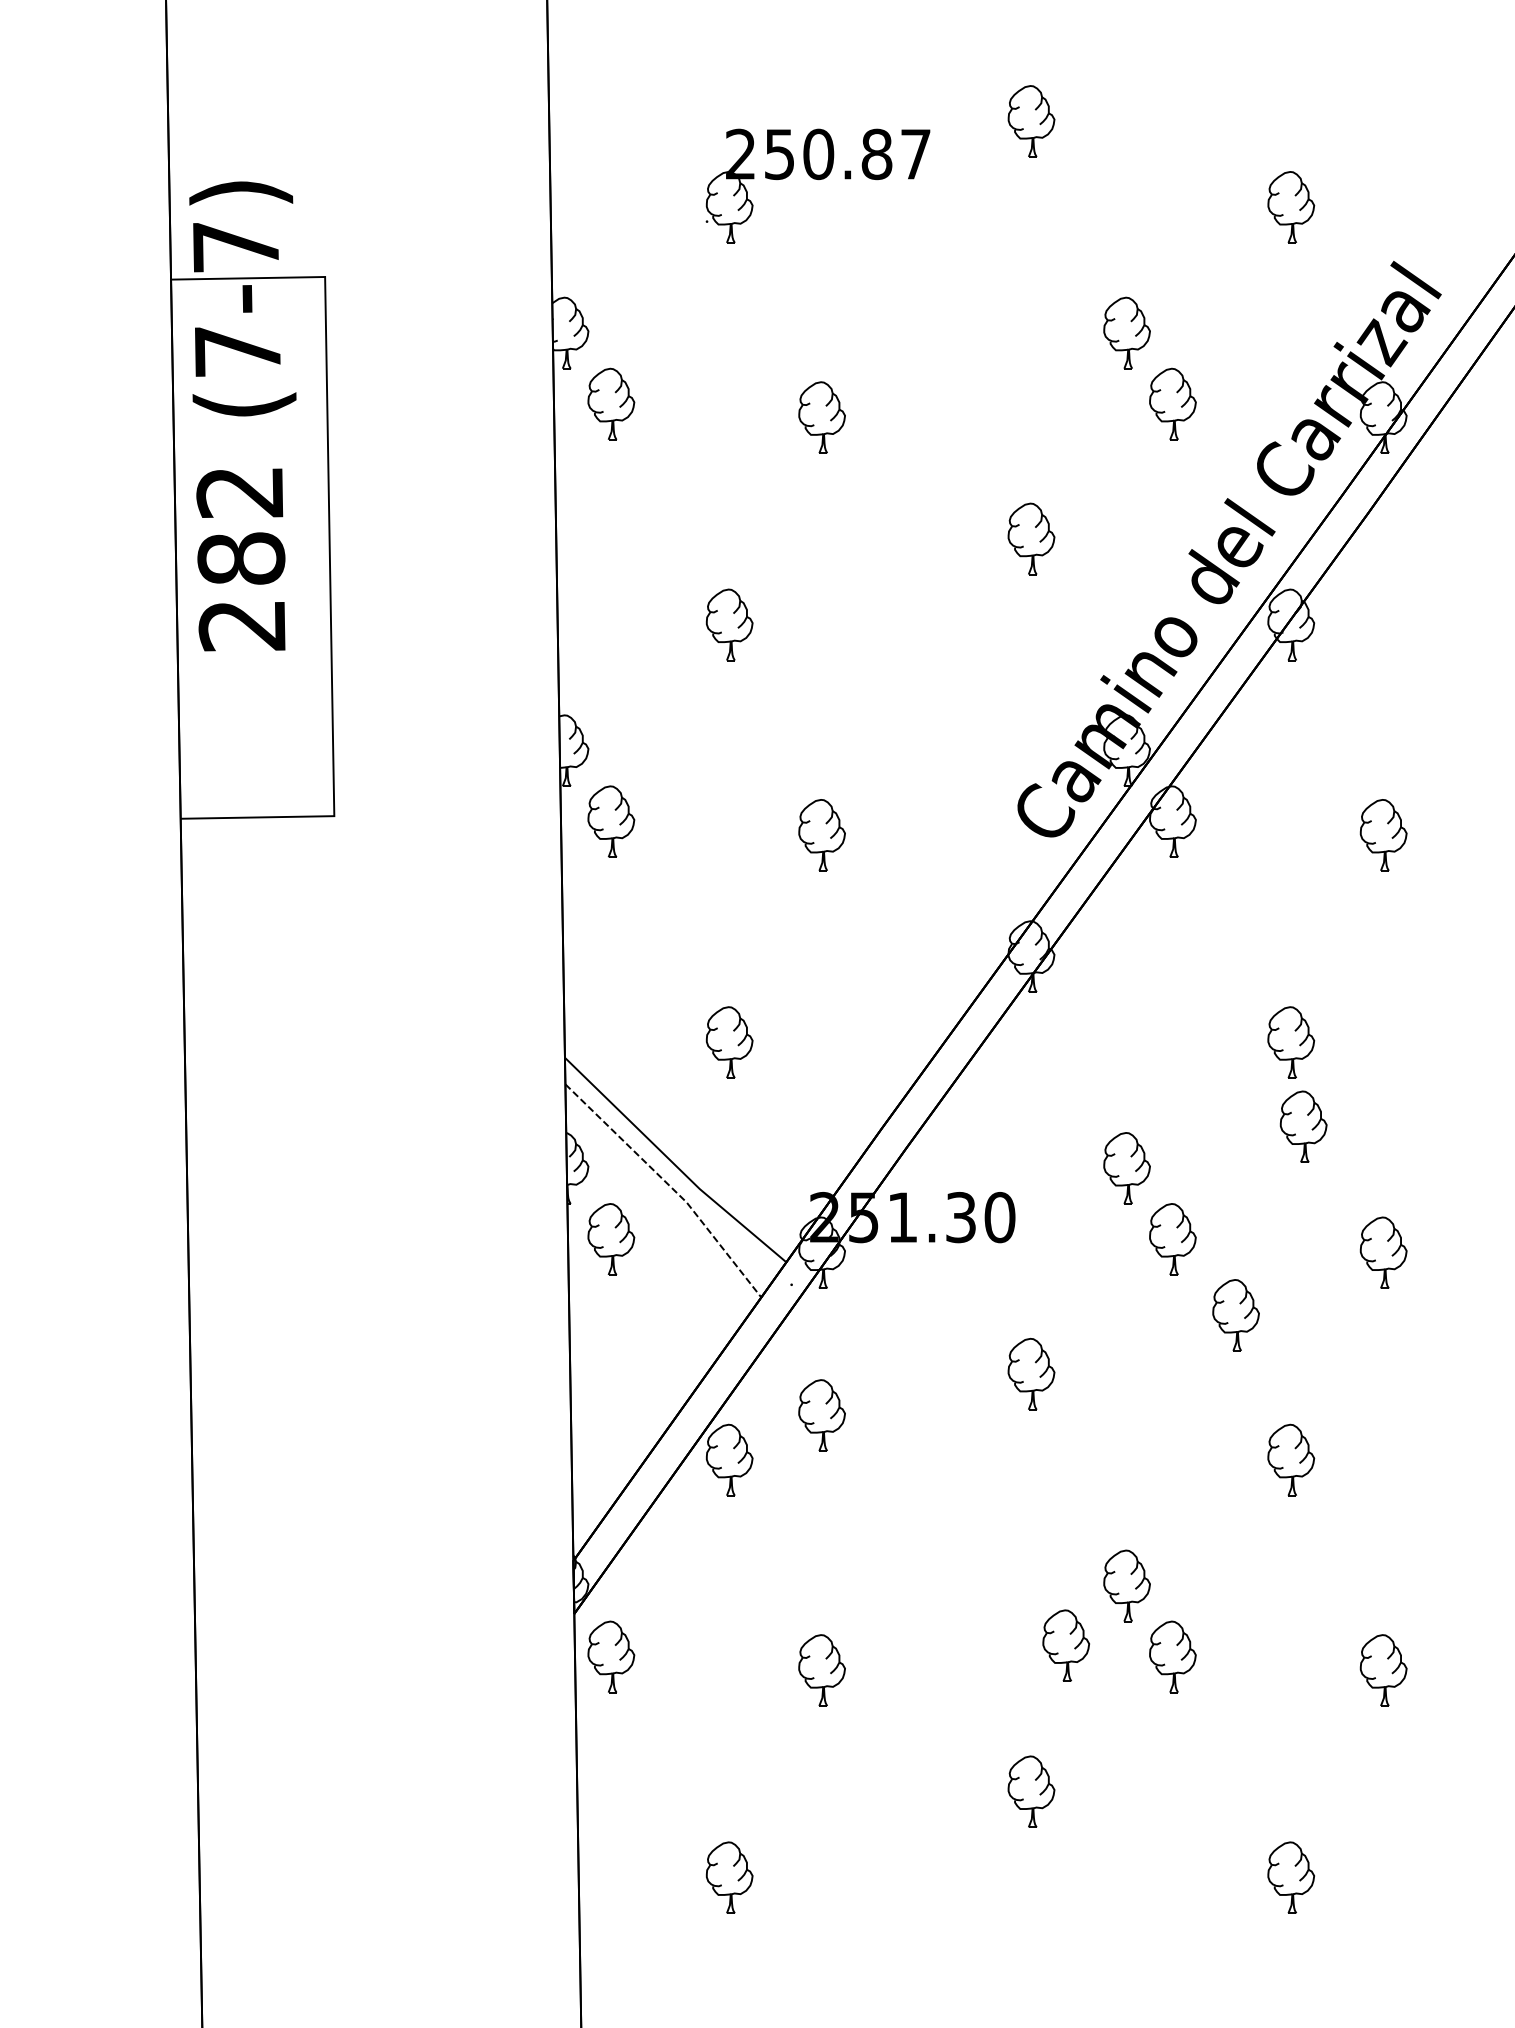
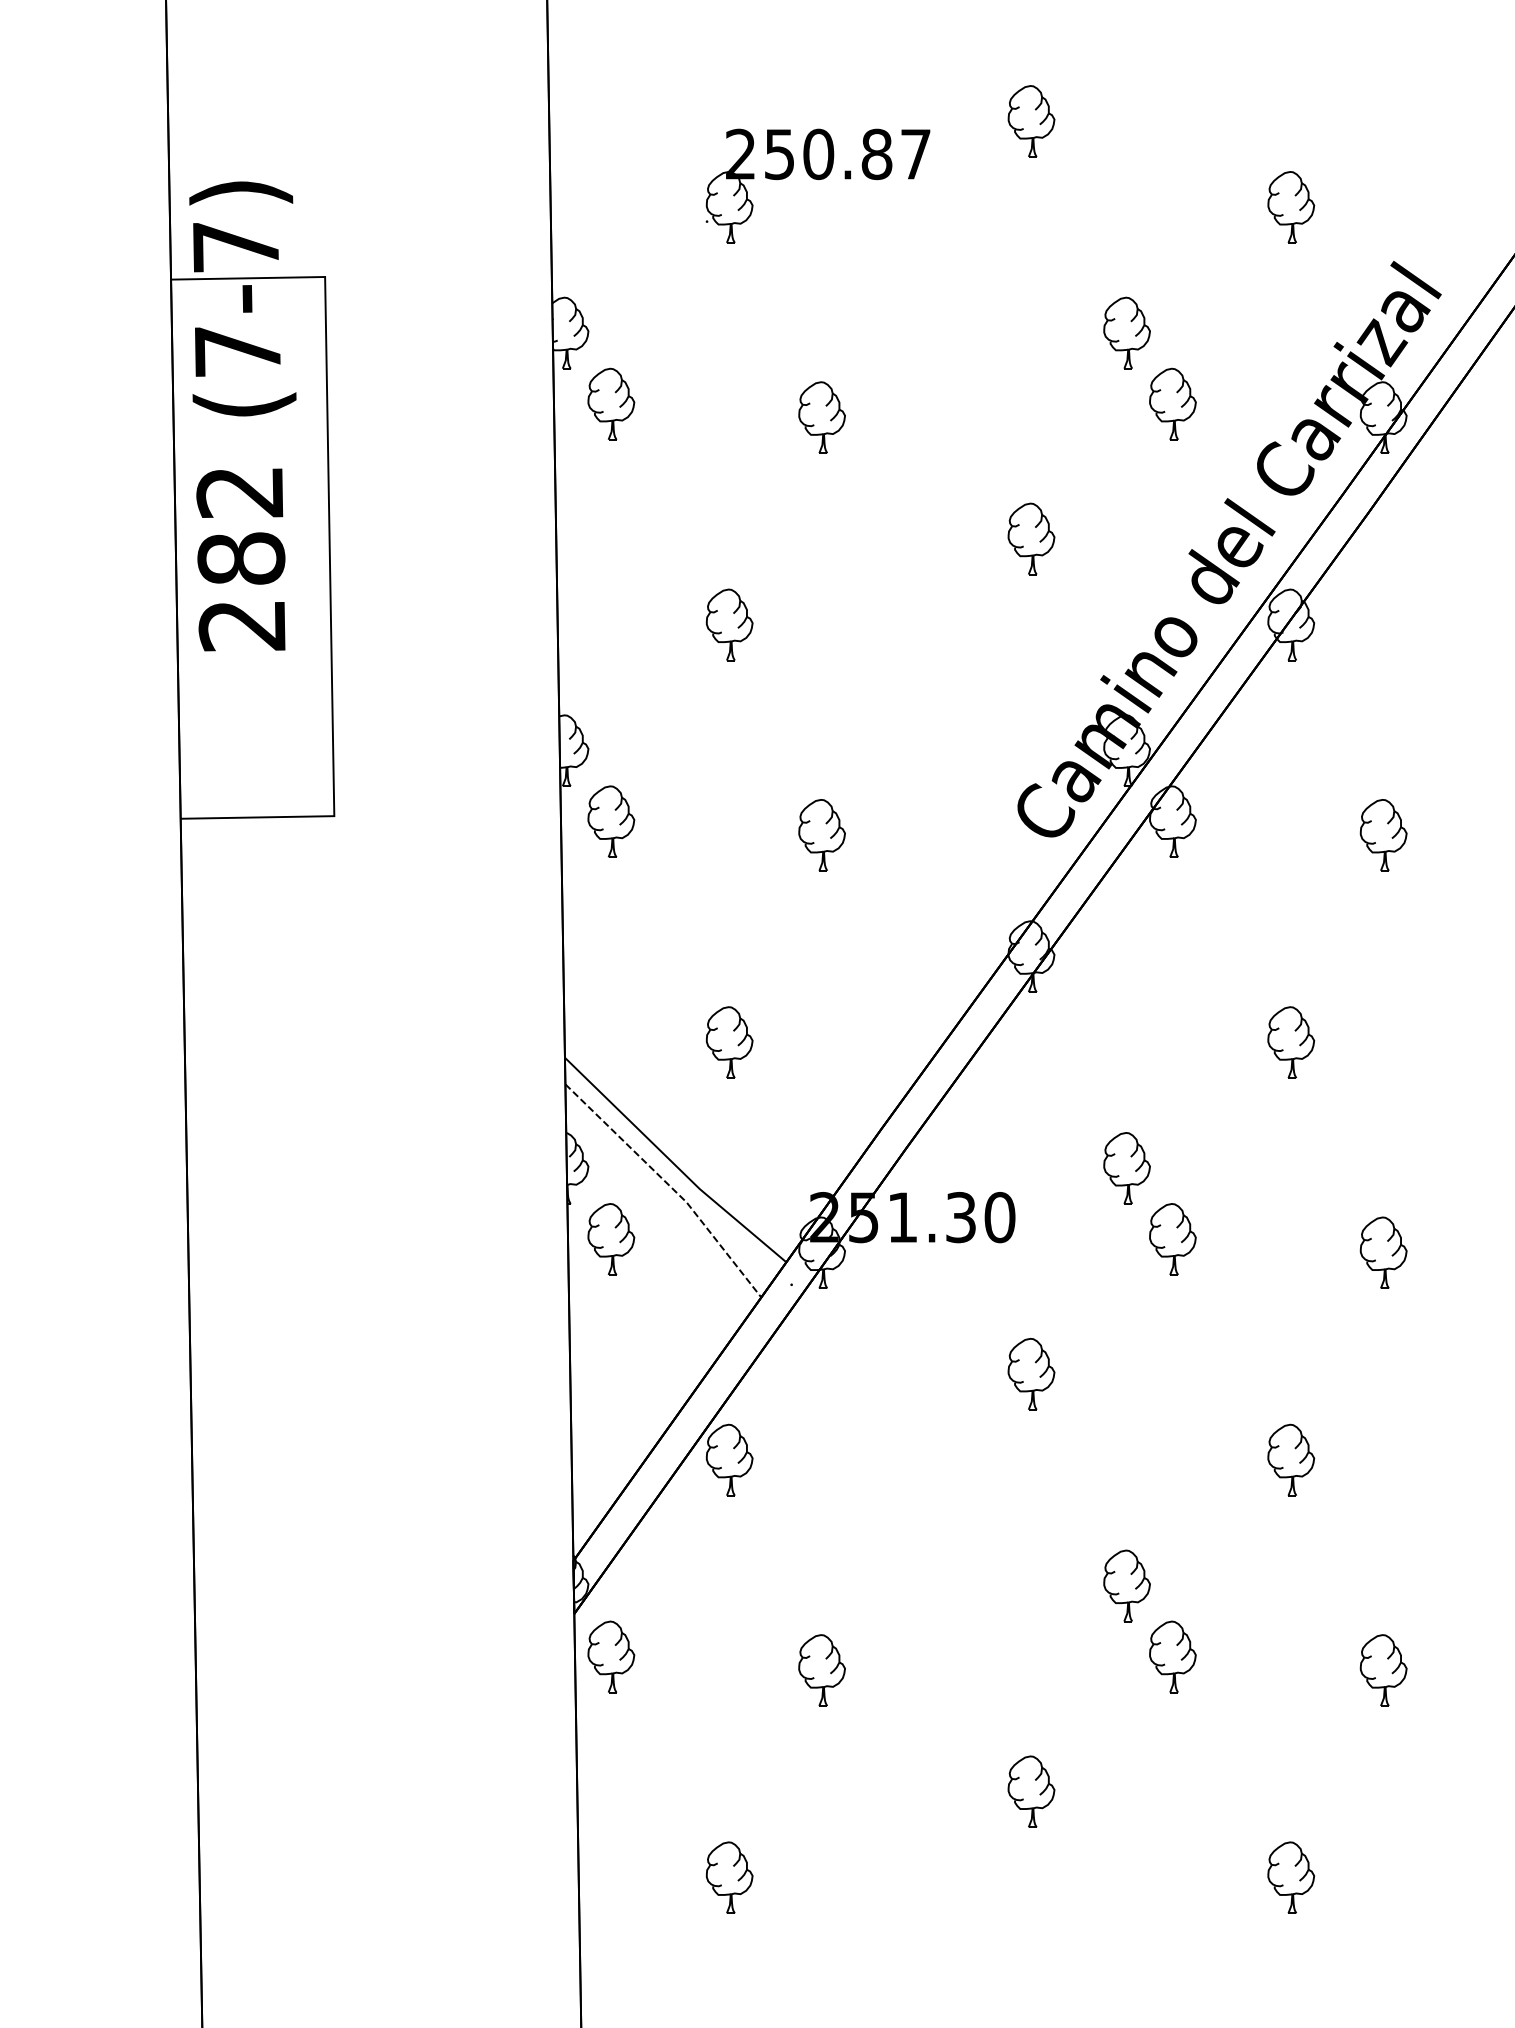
part at (1303, 1126): present -> none
part at (1235, 1315): present -> none
part at (821, 1415): present -> none
part at (1065, 1645): present -> none
